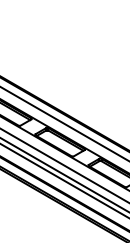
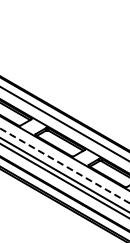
line at (65, 166): solid -> dashed
